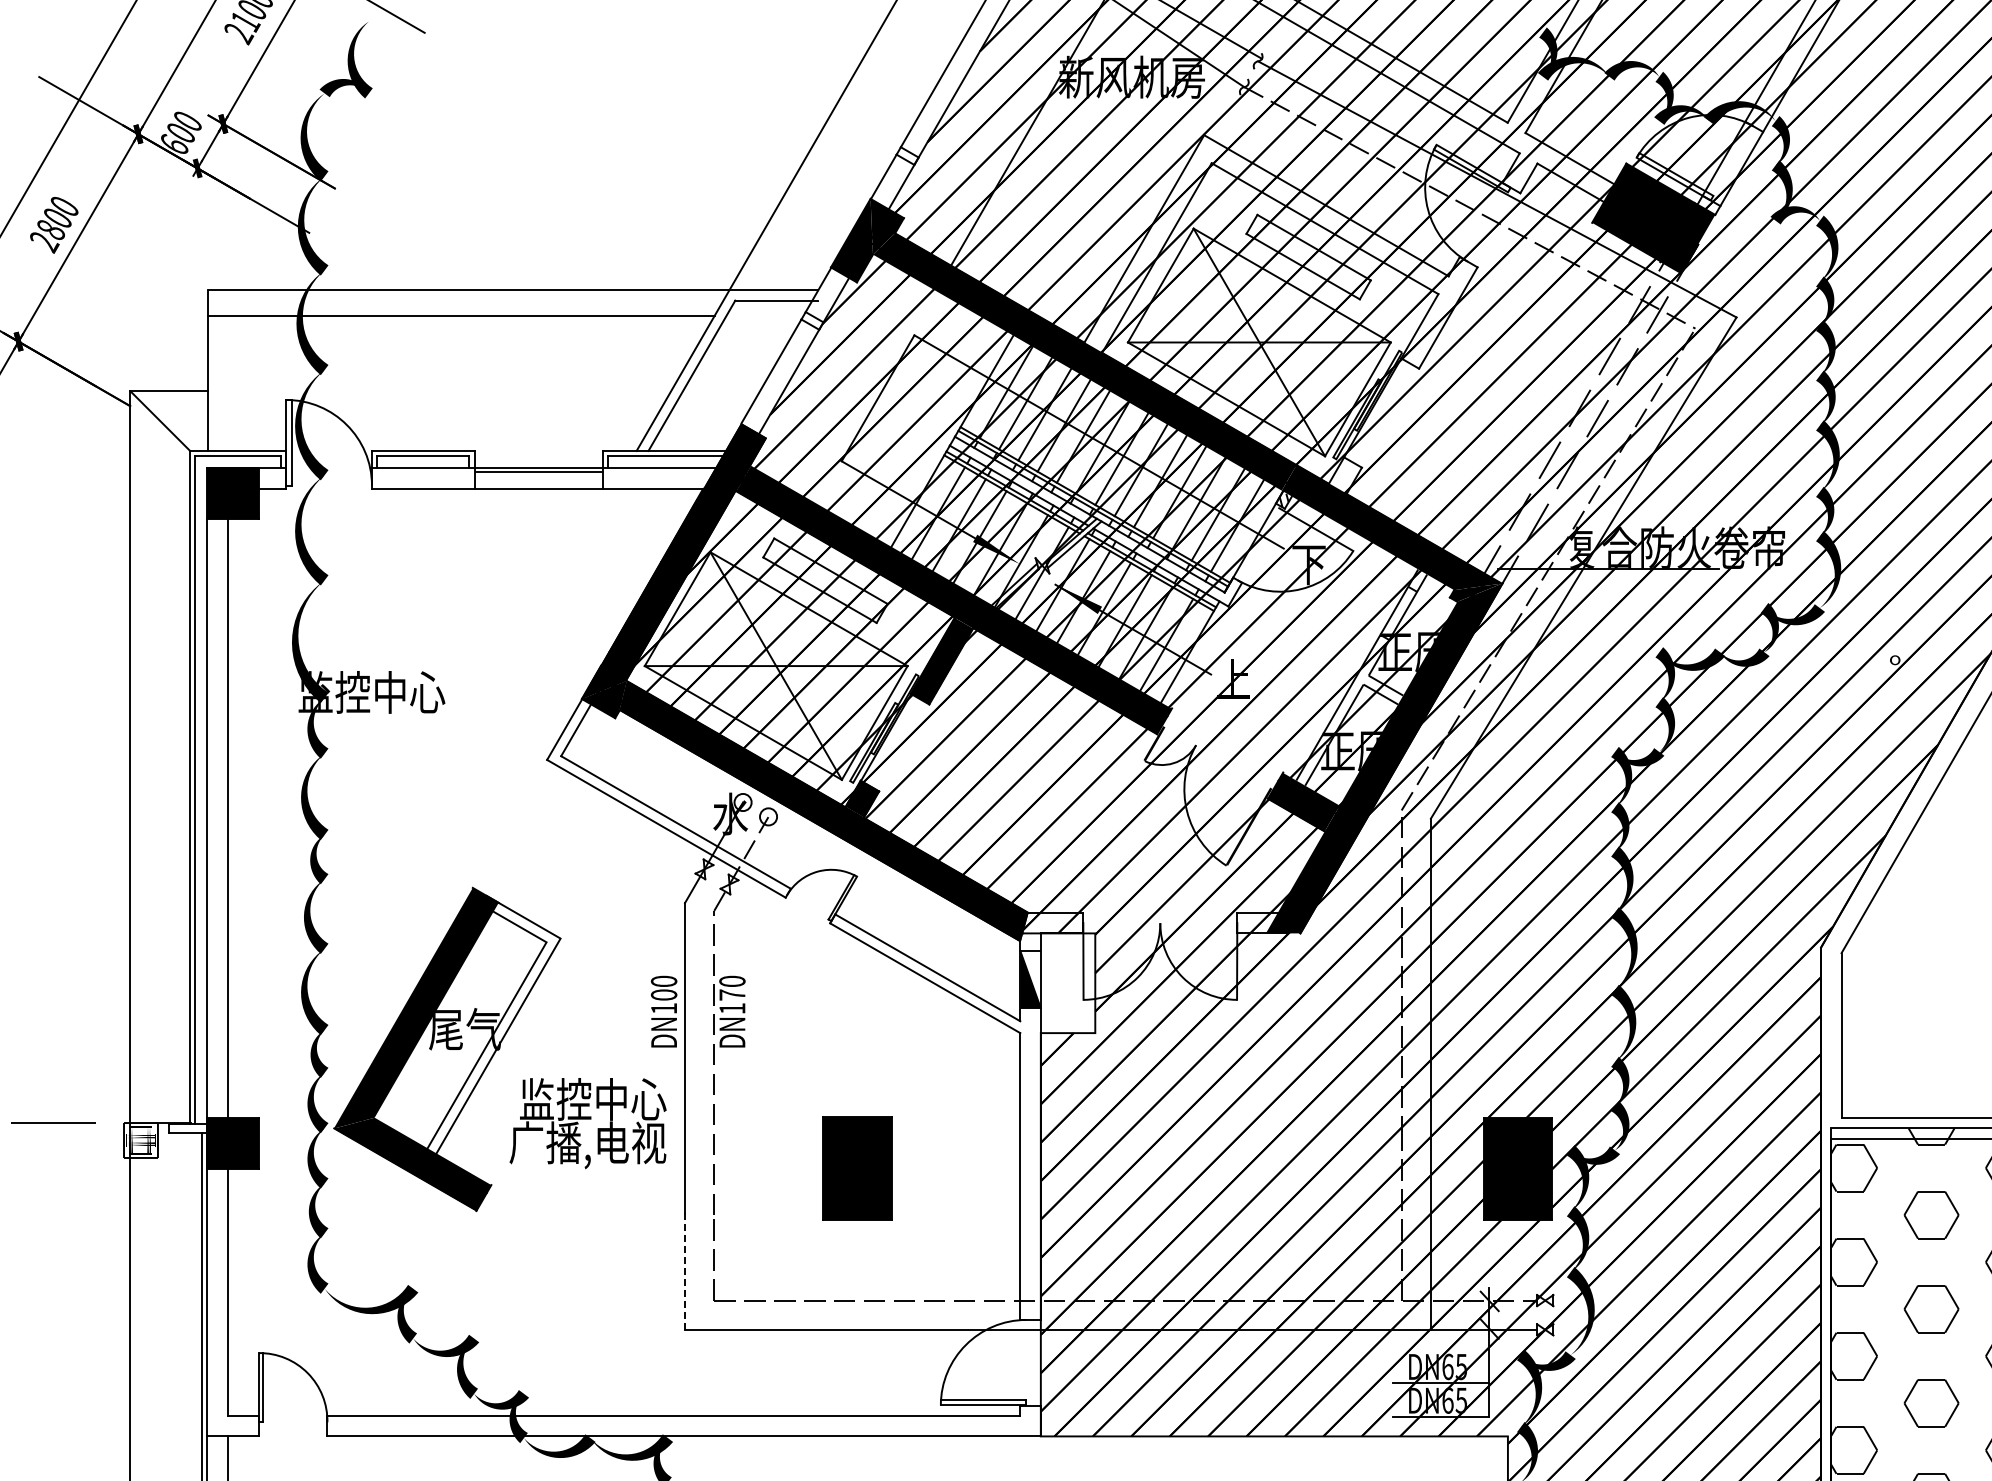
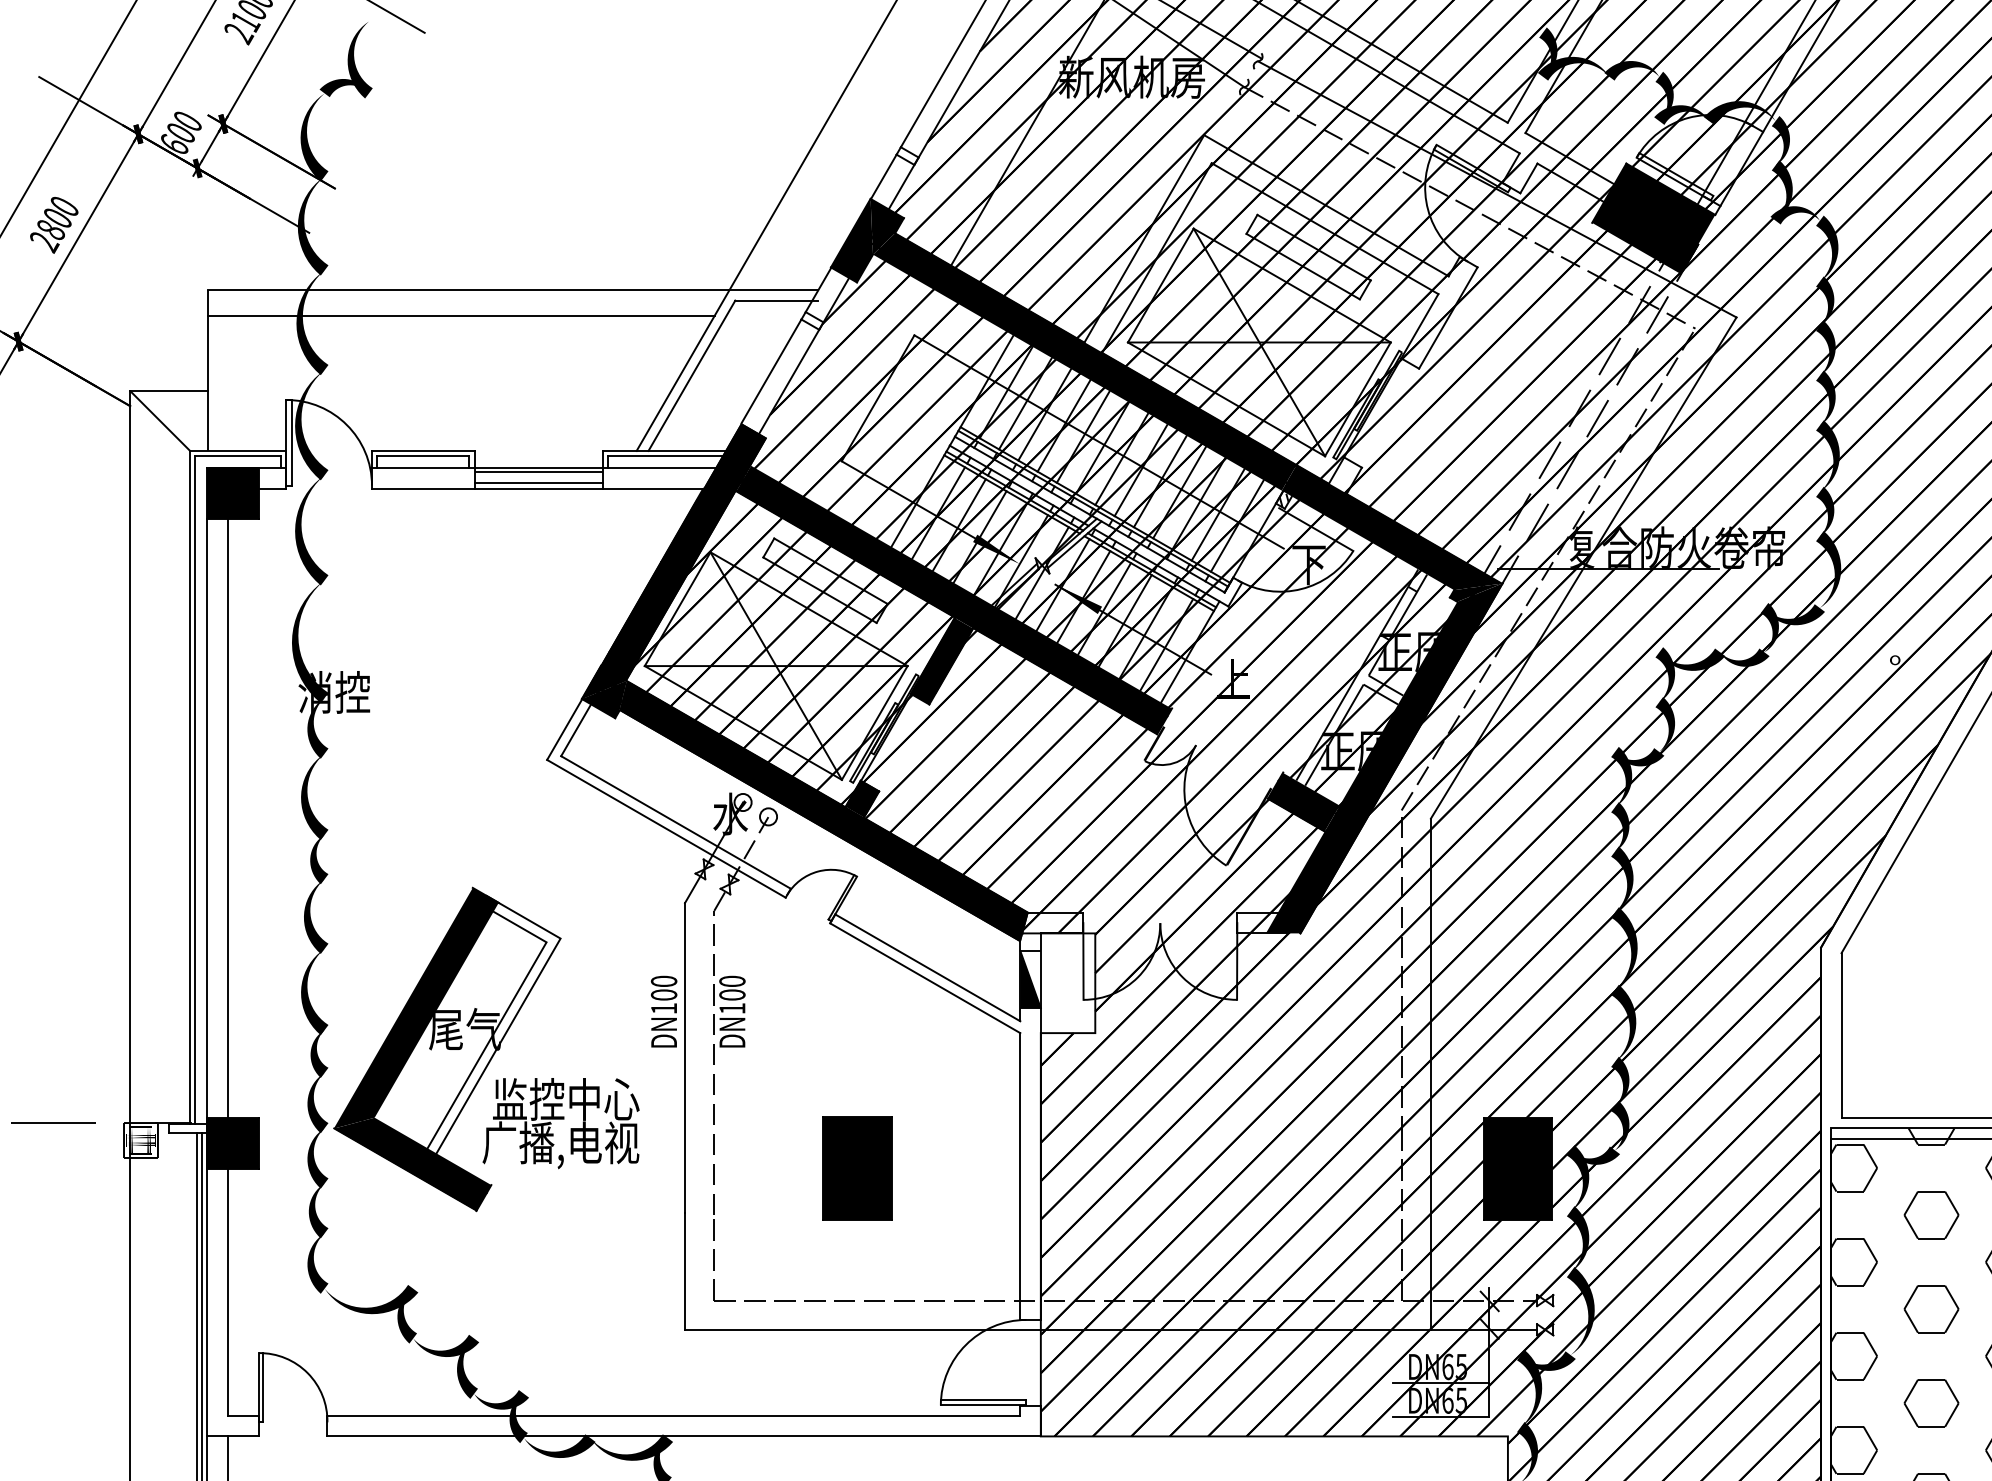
line at (538, 483): none -> present
text at (371, 692): 监控中心 -> 消控
text at (732, 994): DN170 -> DN100
text at (587, 1123) position: (587, 1123) -> (560, 1123)
line at (685, 1271): dashed -> solid
line at (196, 1304): none -> present
